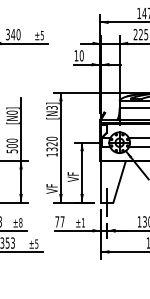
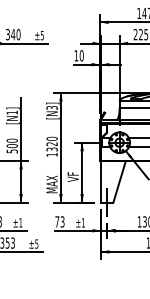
text at (11, 112): [N0] -> [N1]
text at (51, 184): VF -> MAX
text at (62, 221): 77 -> 73
text at (20, 222): ±8 -> ±1
